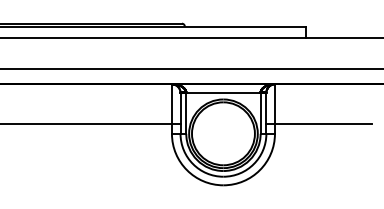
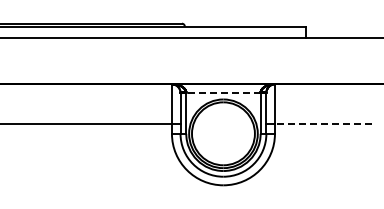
line at (191, 69): present -> none
line at (222, 92): solid -> dashed
line at (323, 124): solid -> dashed
